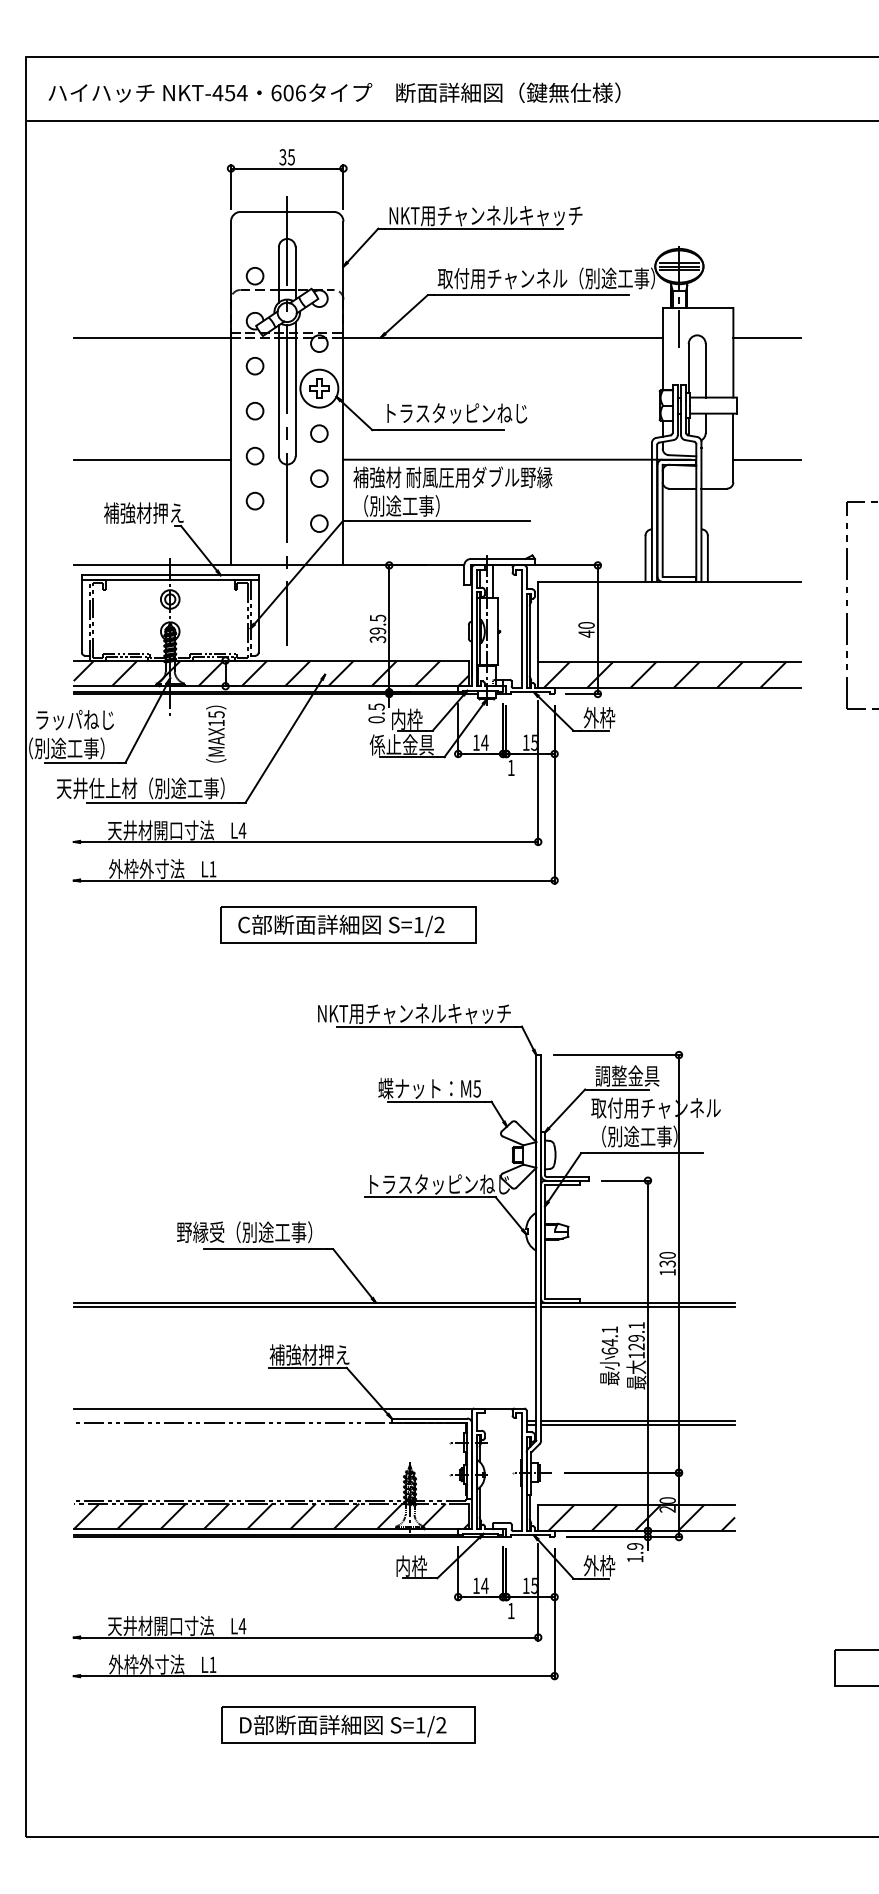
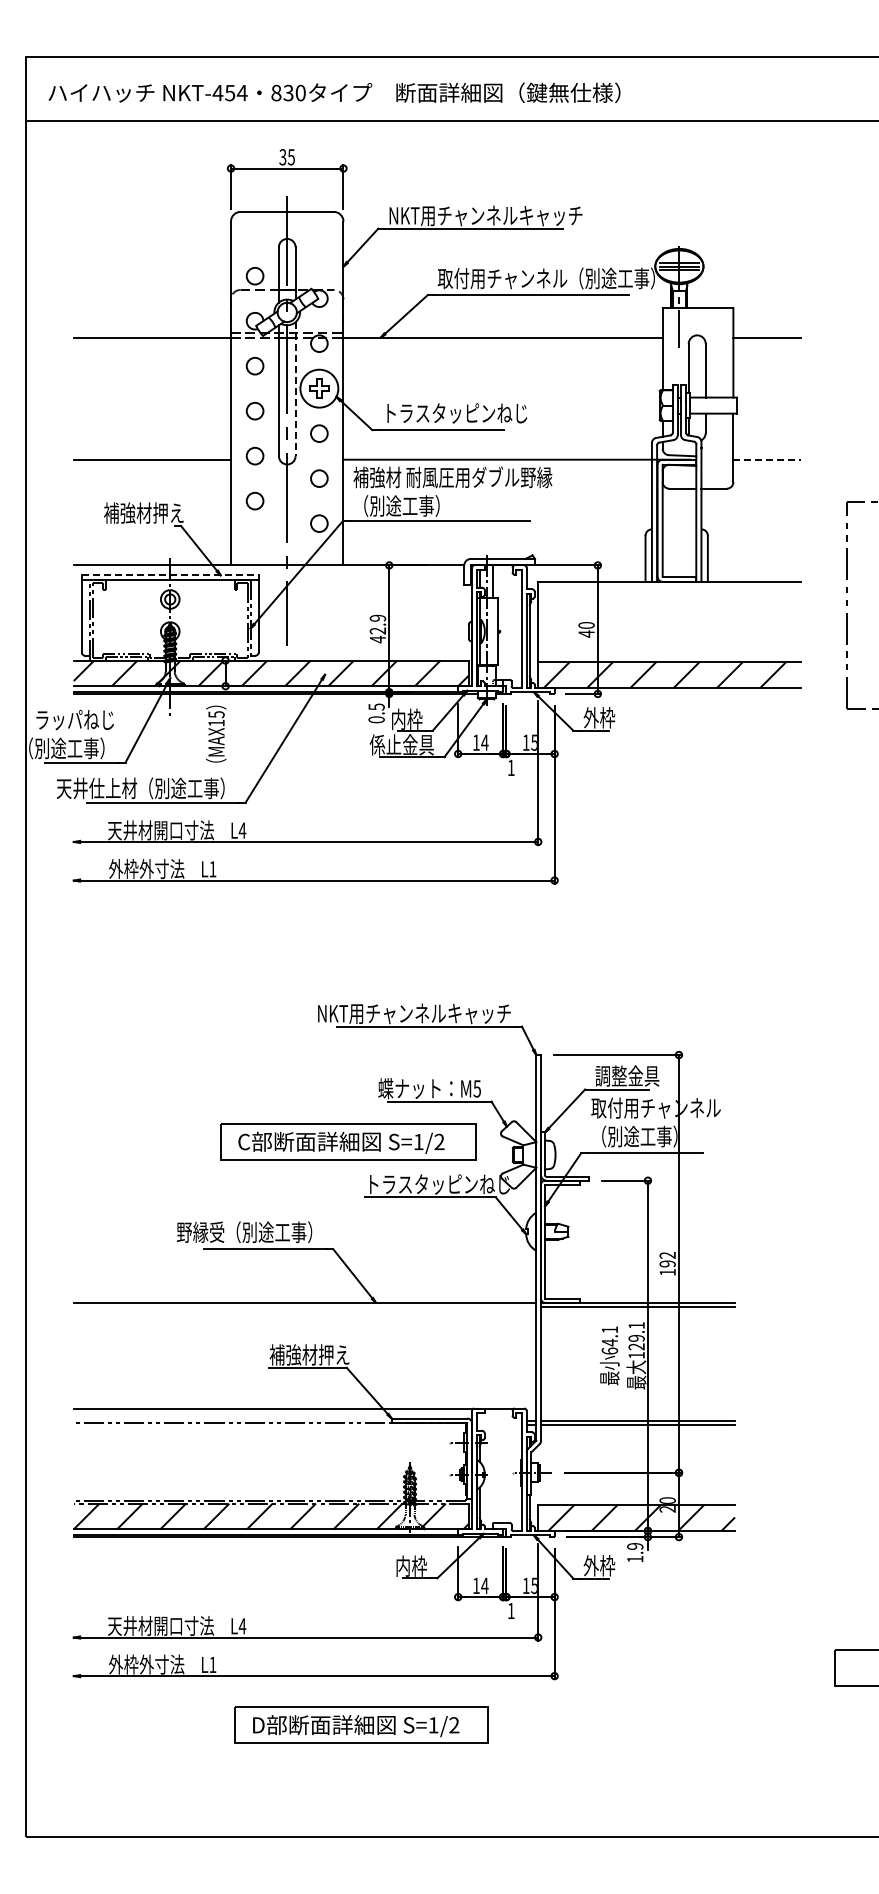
text at (288, 92): 606 -> 830
line at (295, 389): solid -> dashed
line at (767, 459): solid -> dashed
line at (170, 575): solid -> dashed
text at (377, 628): 39.5 -> 42.9
part at (348, 924) position: (348, 924) -> (348, 1141)
text at (667, 1259): 130 -> 192
line at (304, 1306): present -> none
part at (348, 1724) position: (348, 1724) -> (361, 1724)
